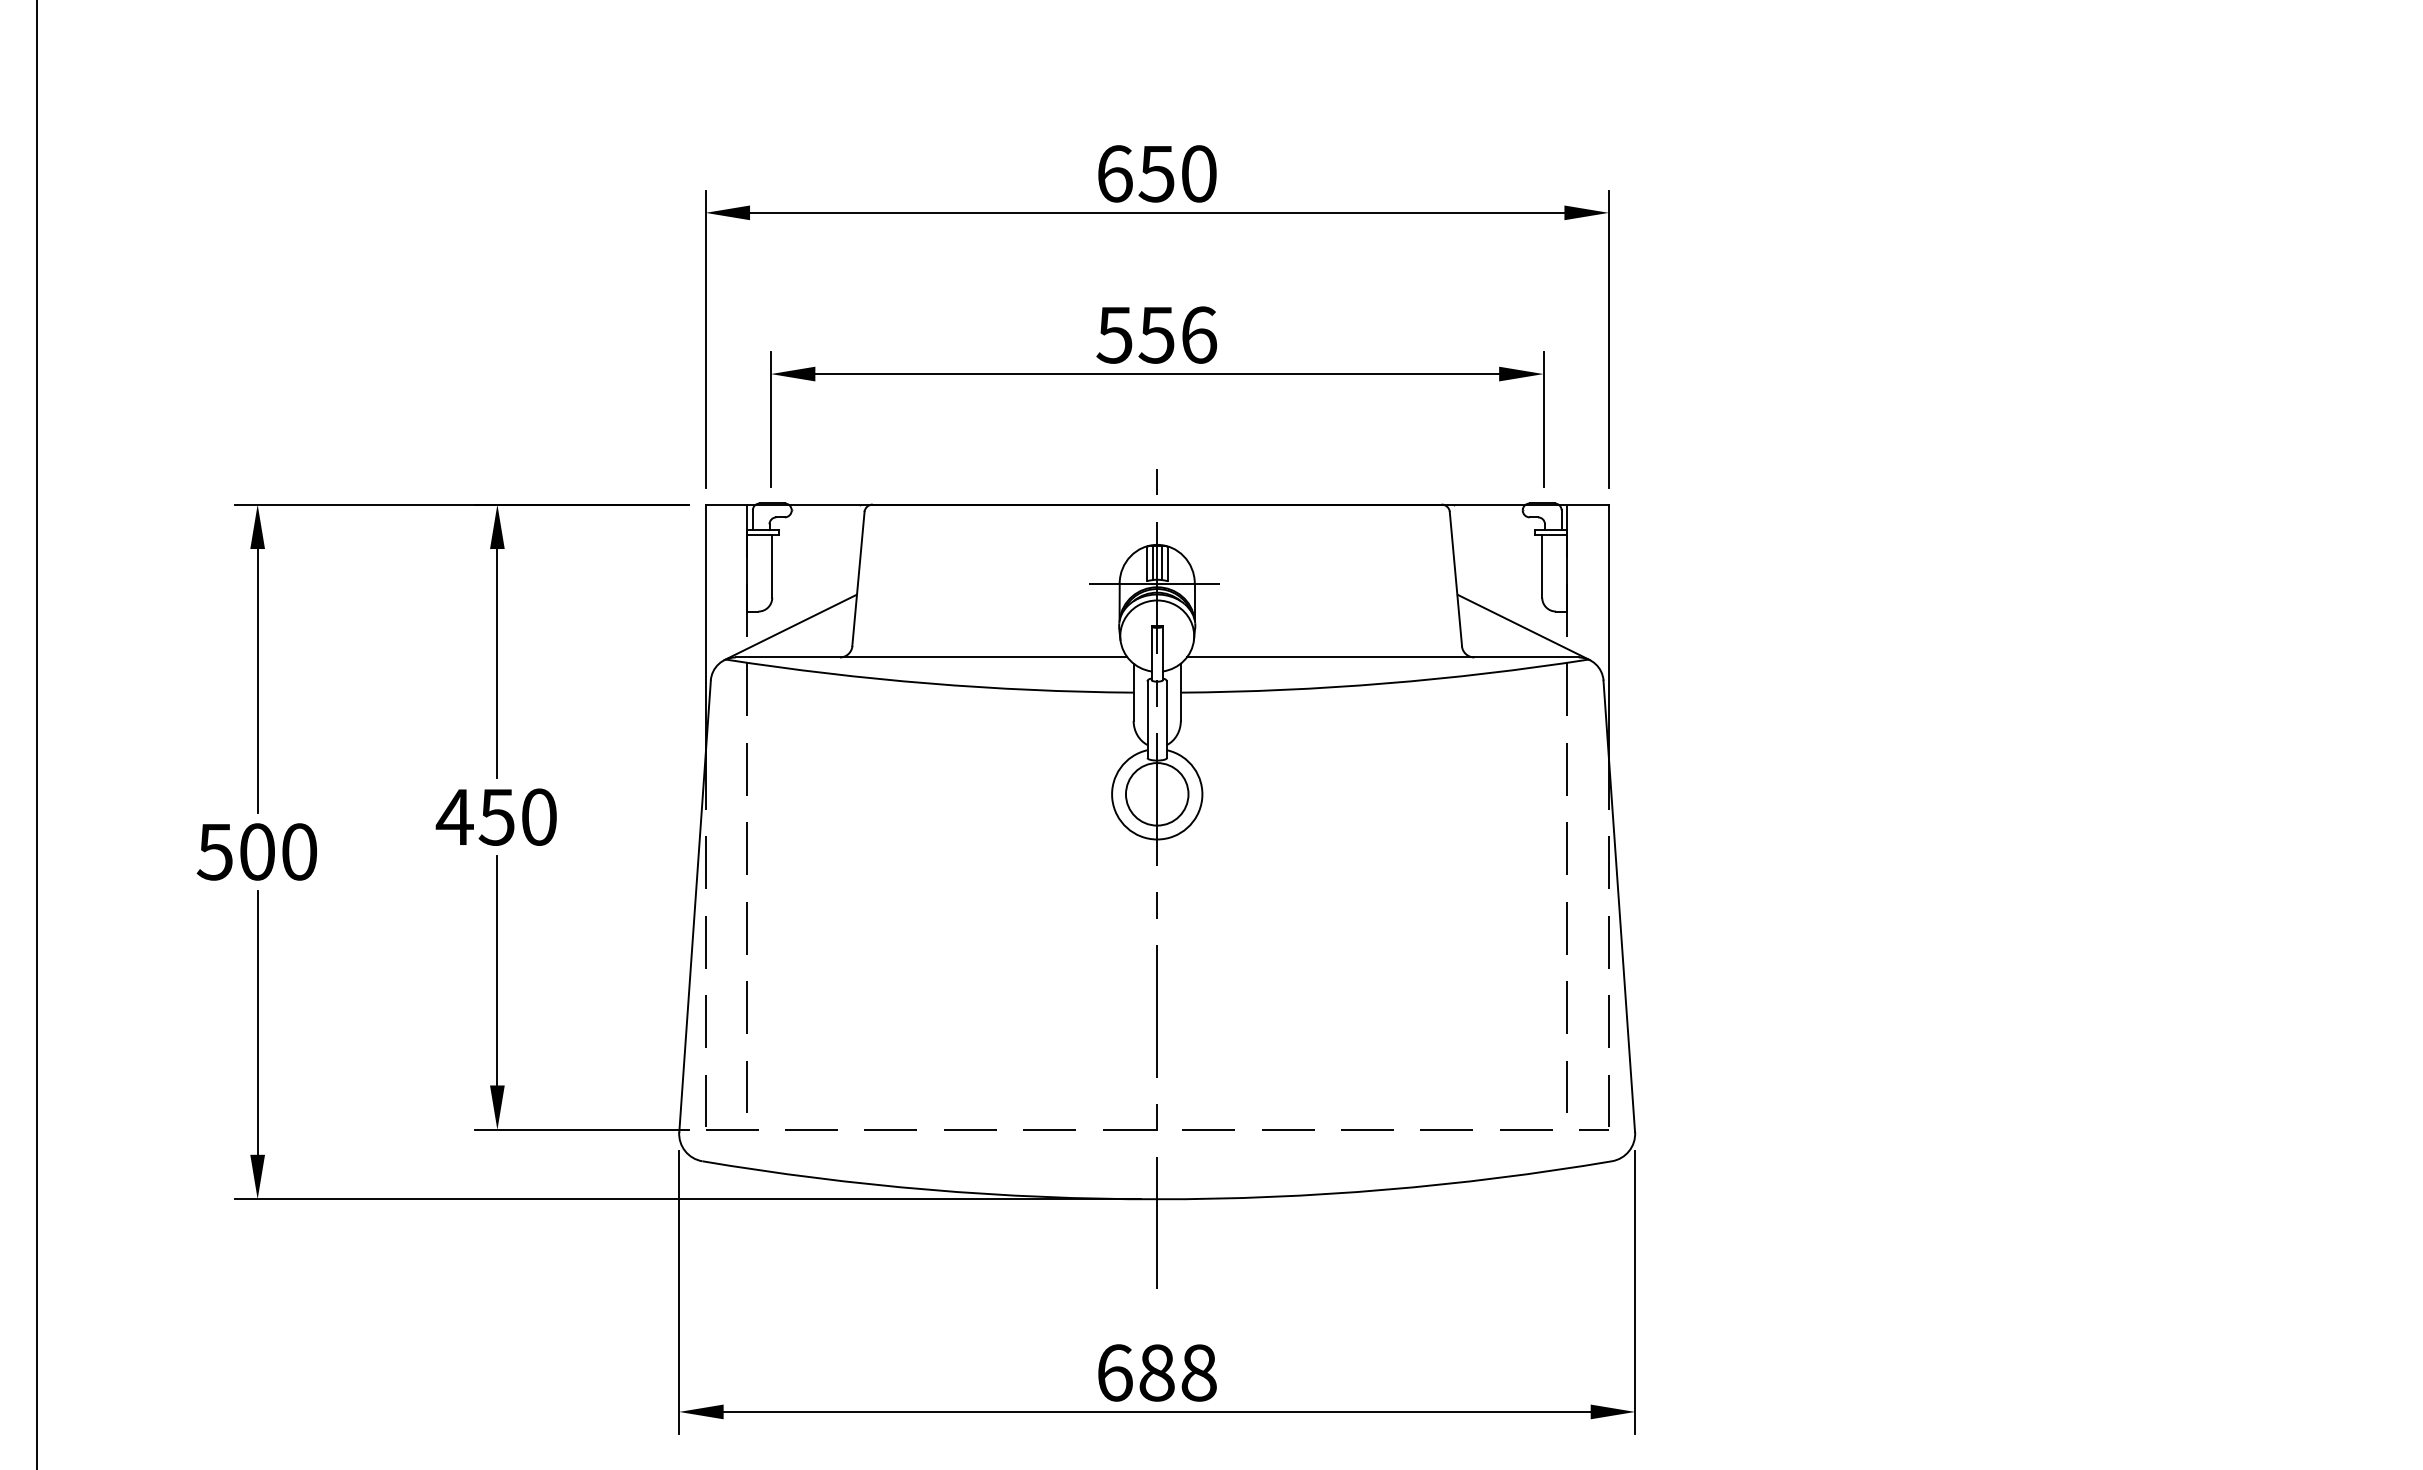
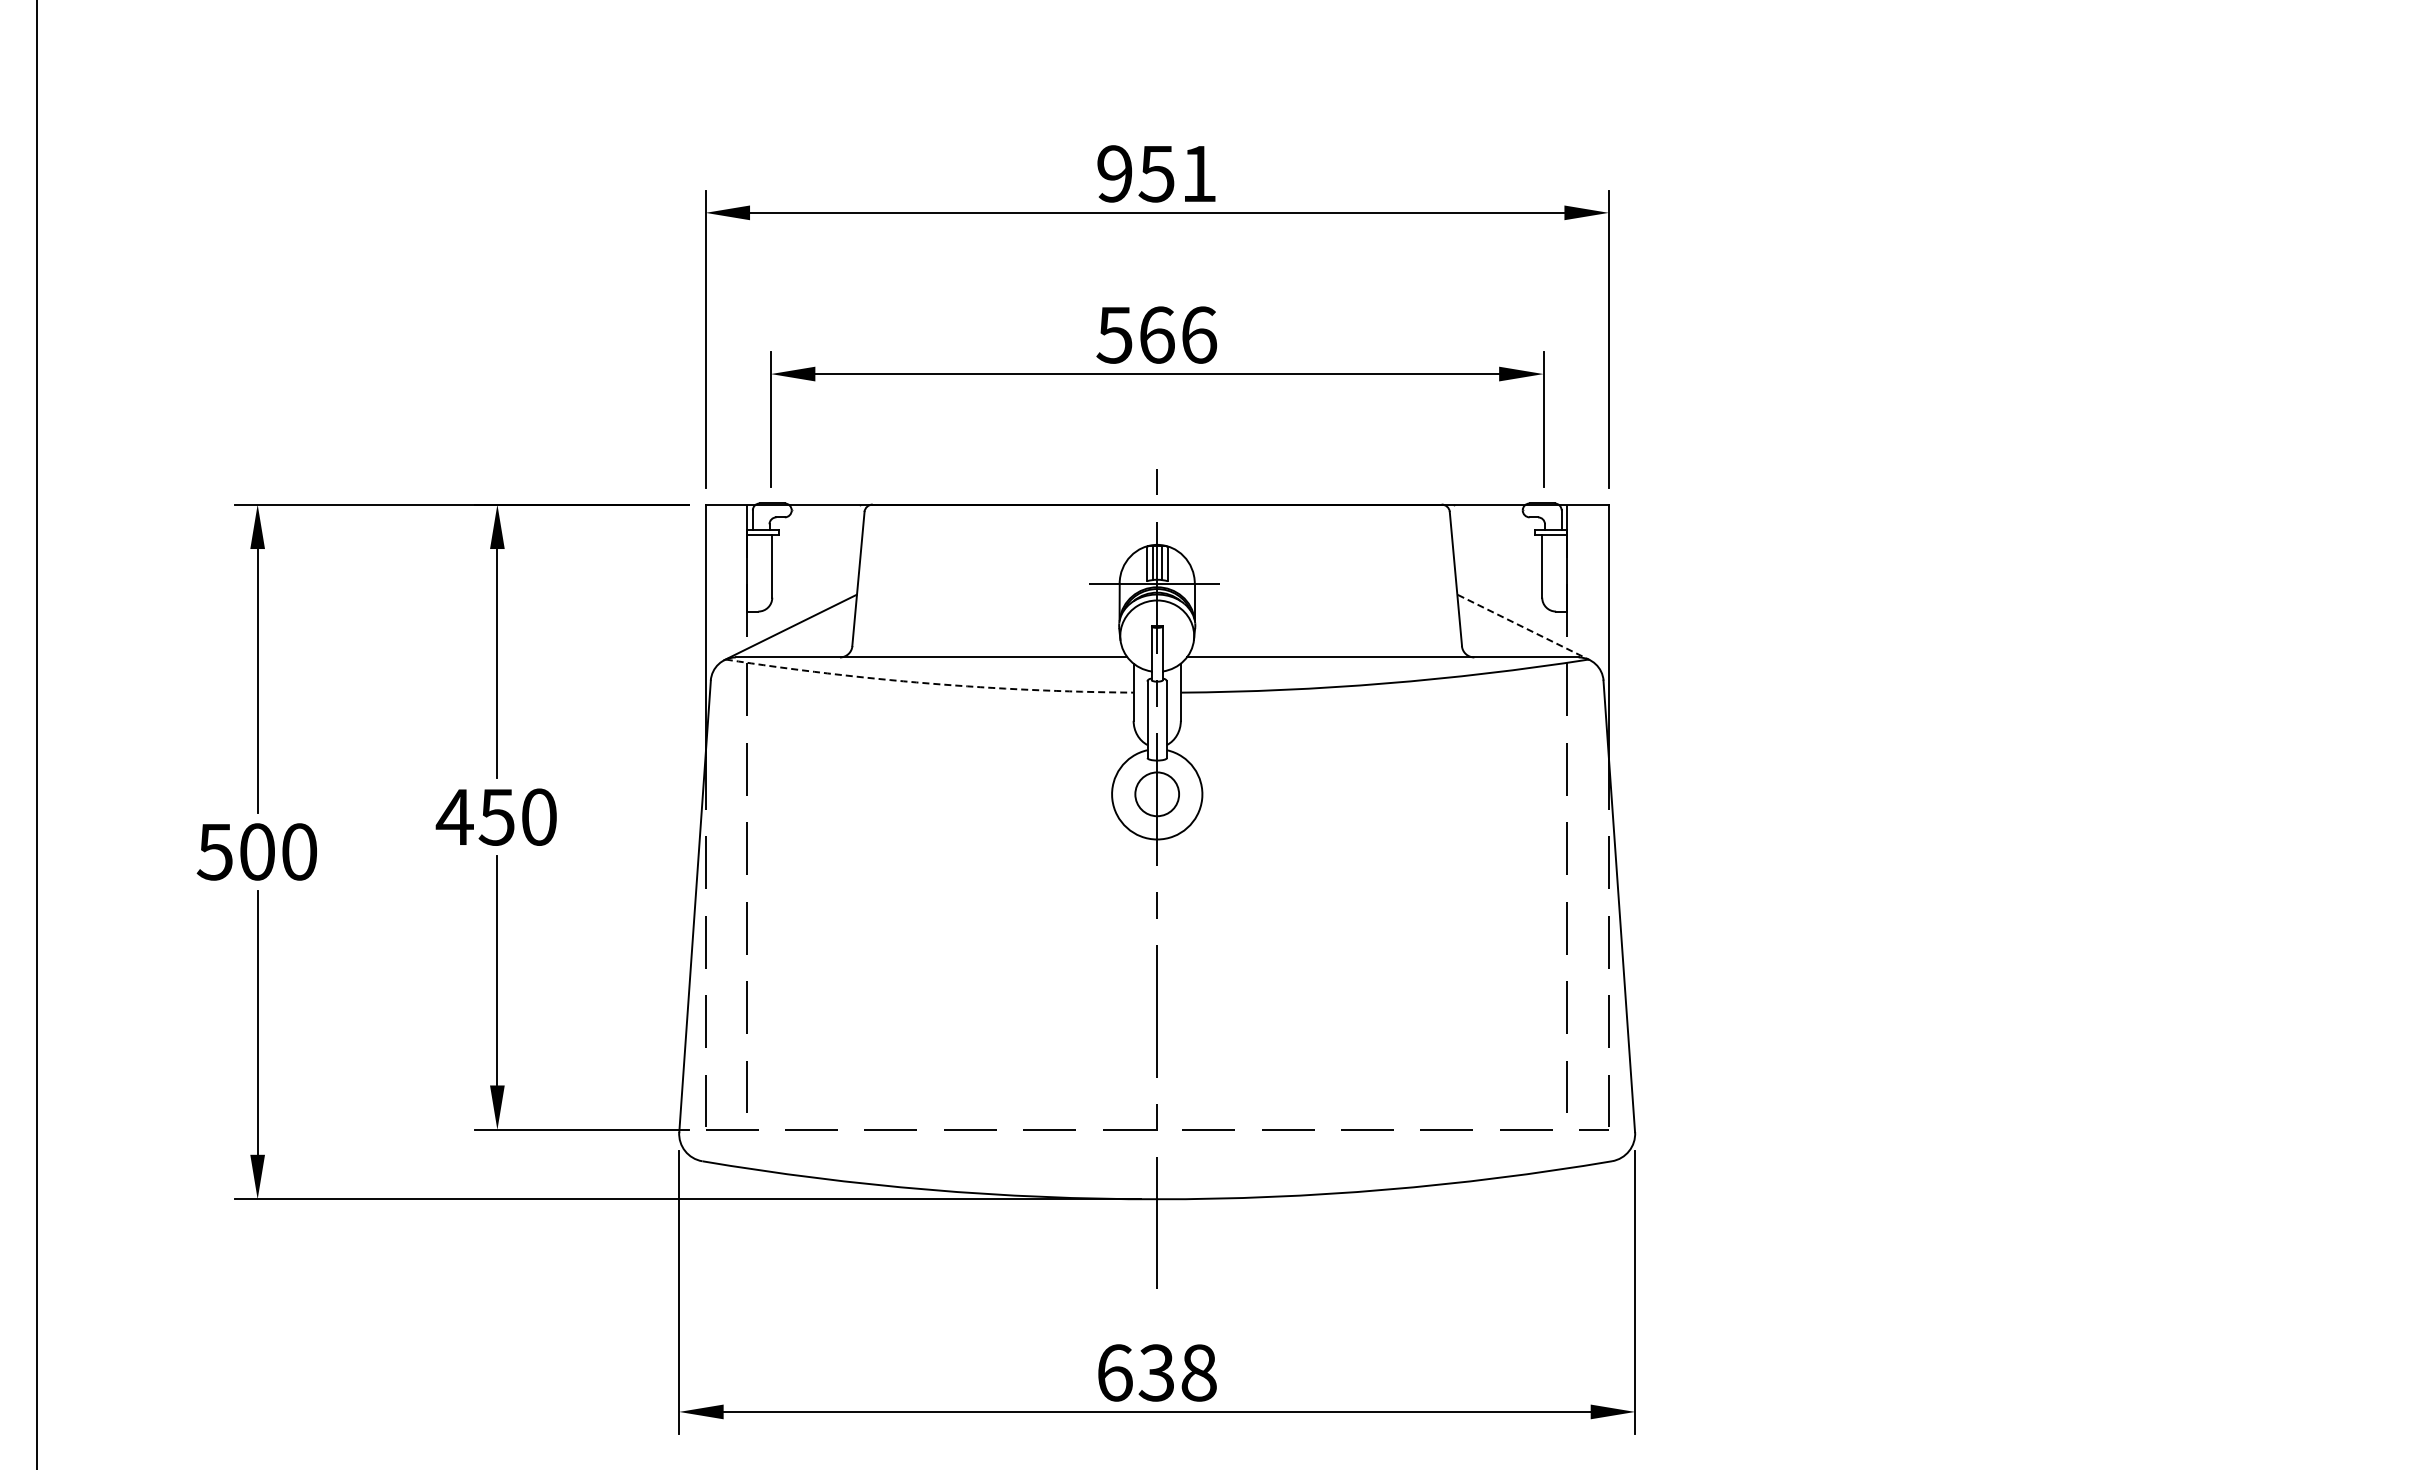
text at (1156, 173): 650 -> 951
text at (1156, 334): 556 -> 566
line at (1523, 627): solid -> dashed
arc at (929, 683): solid -> dashed
circle at (1156, 794) diameter: 63 px -> 44 px
text at (1156, 1372): 688 -> 638
